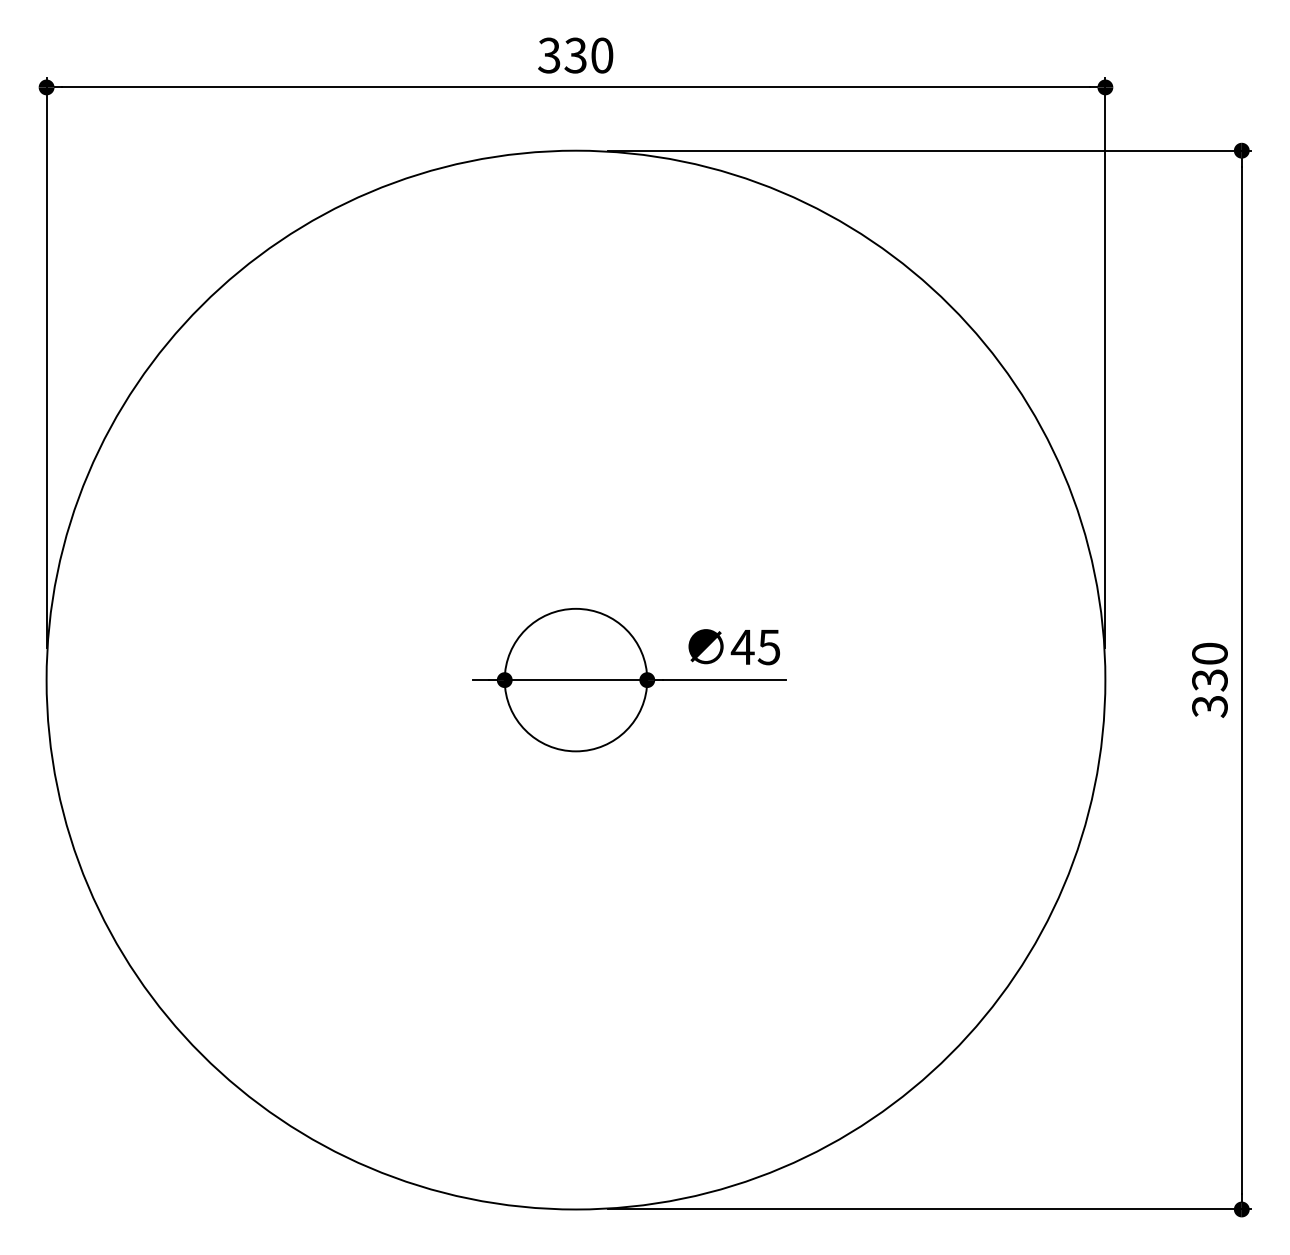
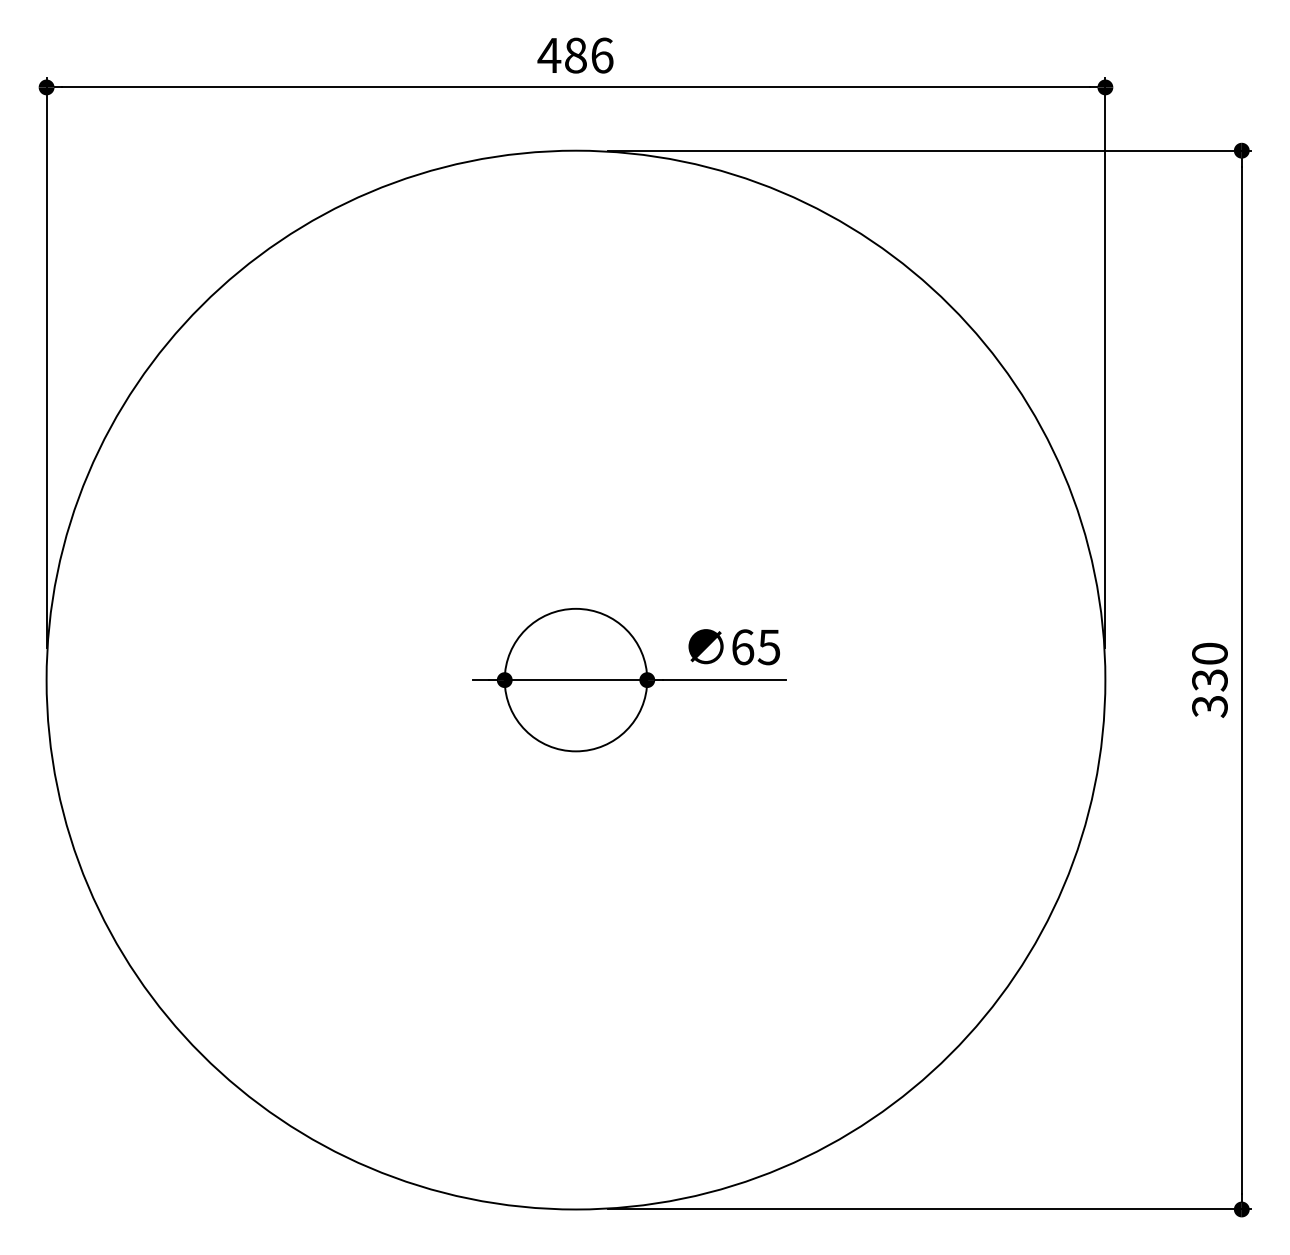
text at (575, 55): 330 -> 486
text at (742, 647): 45 -> 65
